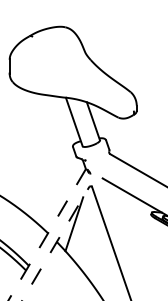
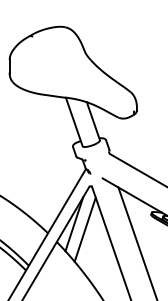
line at (84, 229): none -> present
line at (46, 235): dashed -> solid
line at (137, 242): none -> present
line at (56, 243): dashed -> solid
